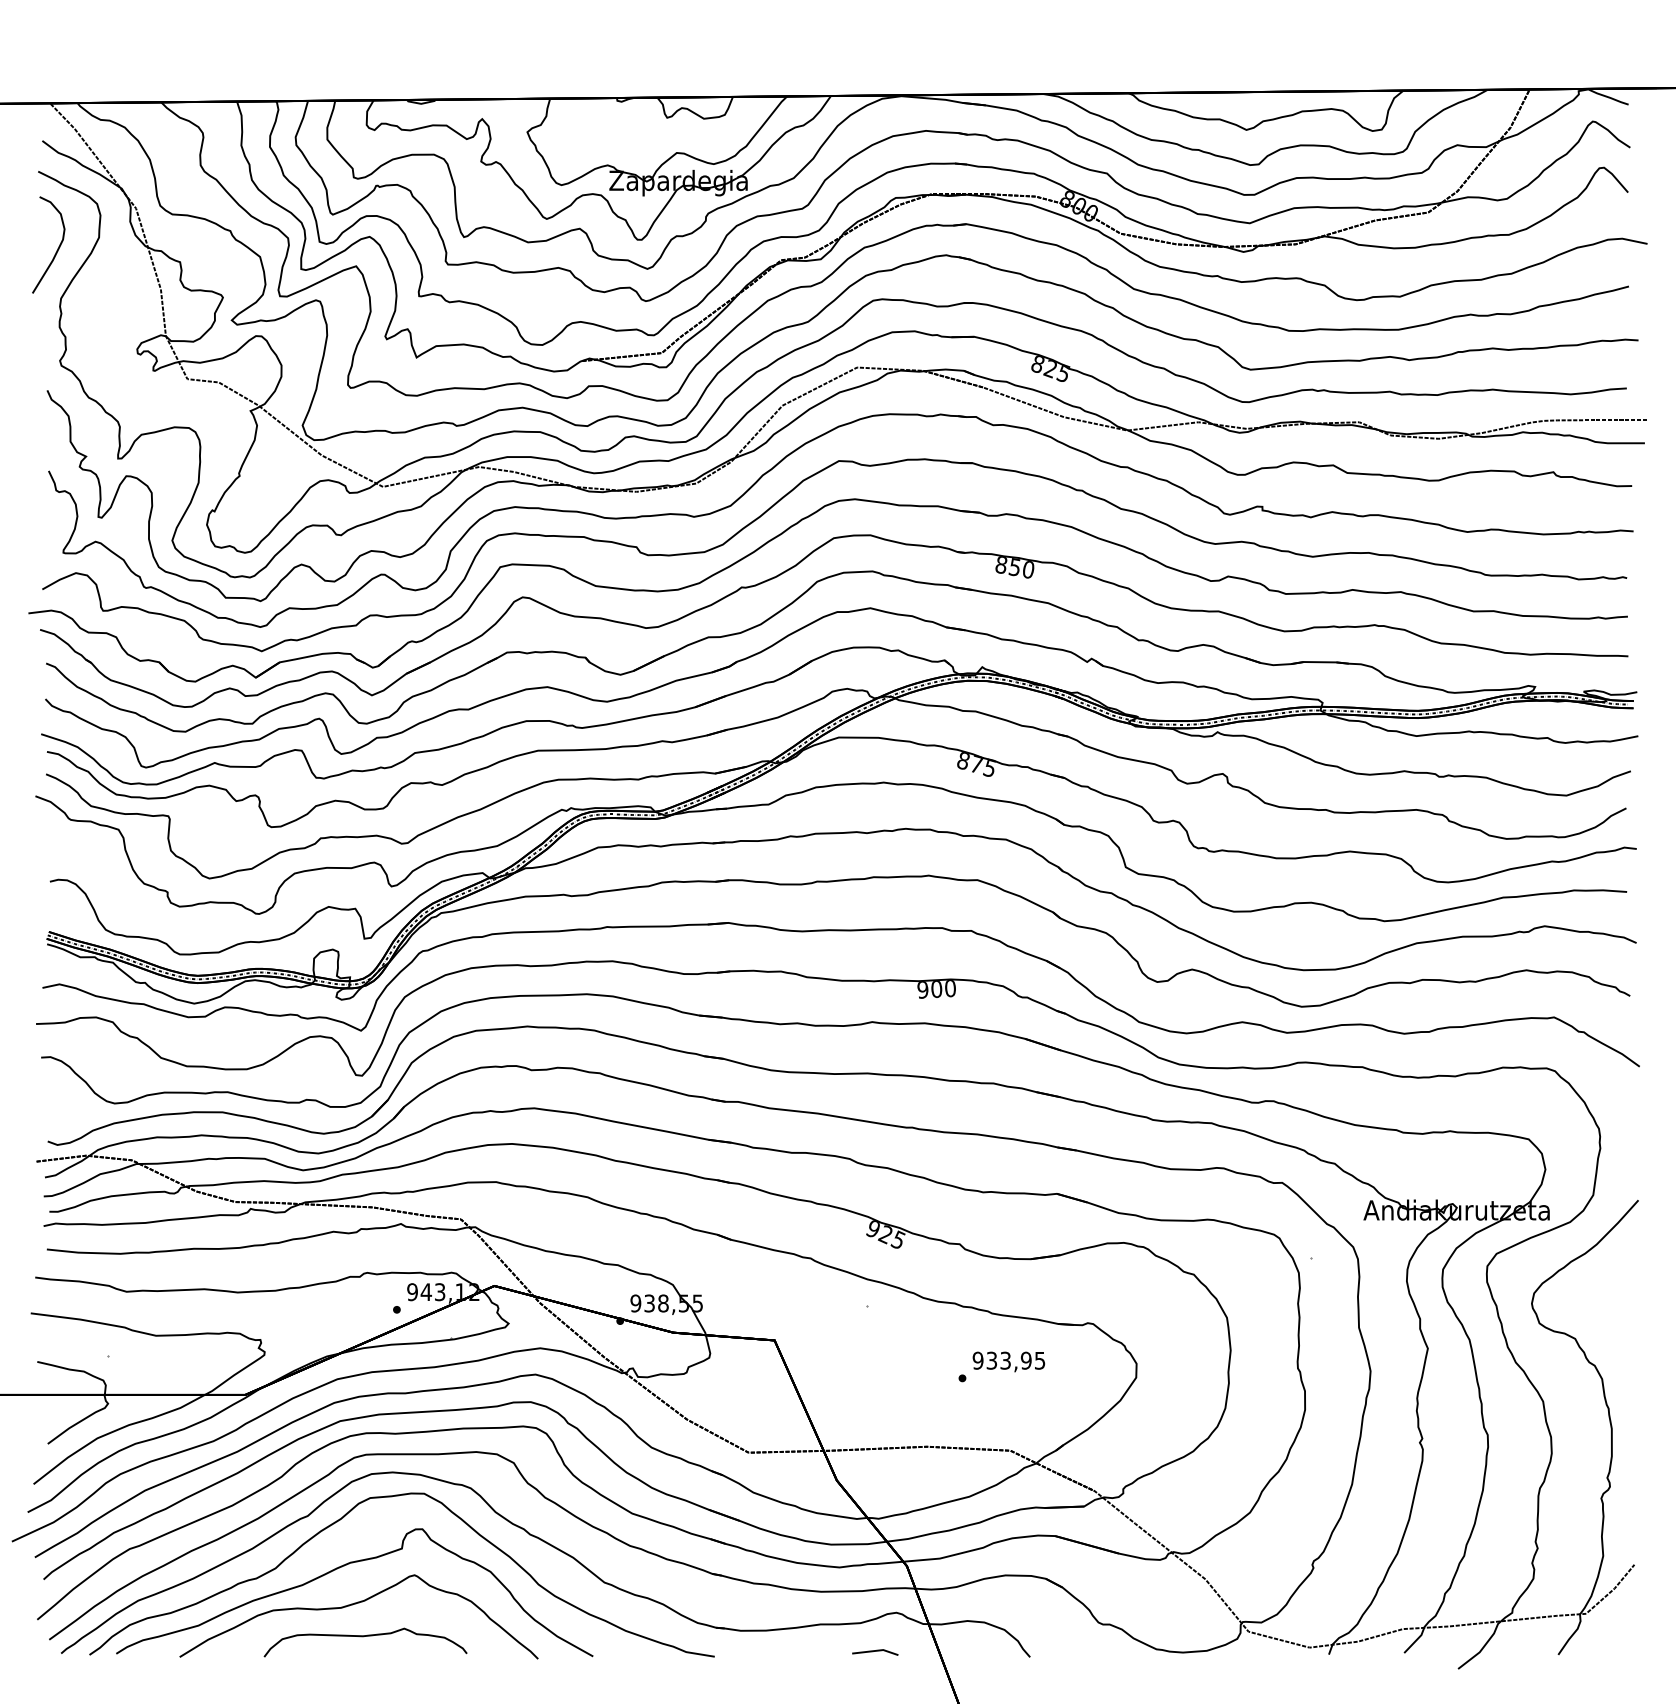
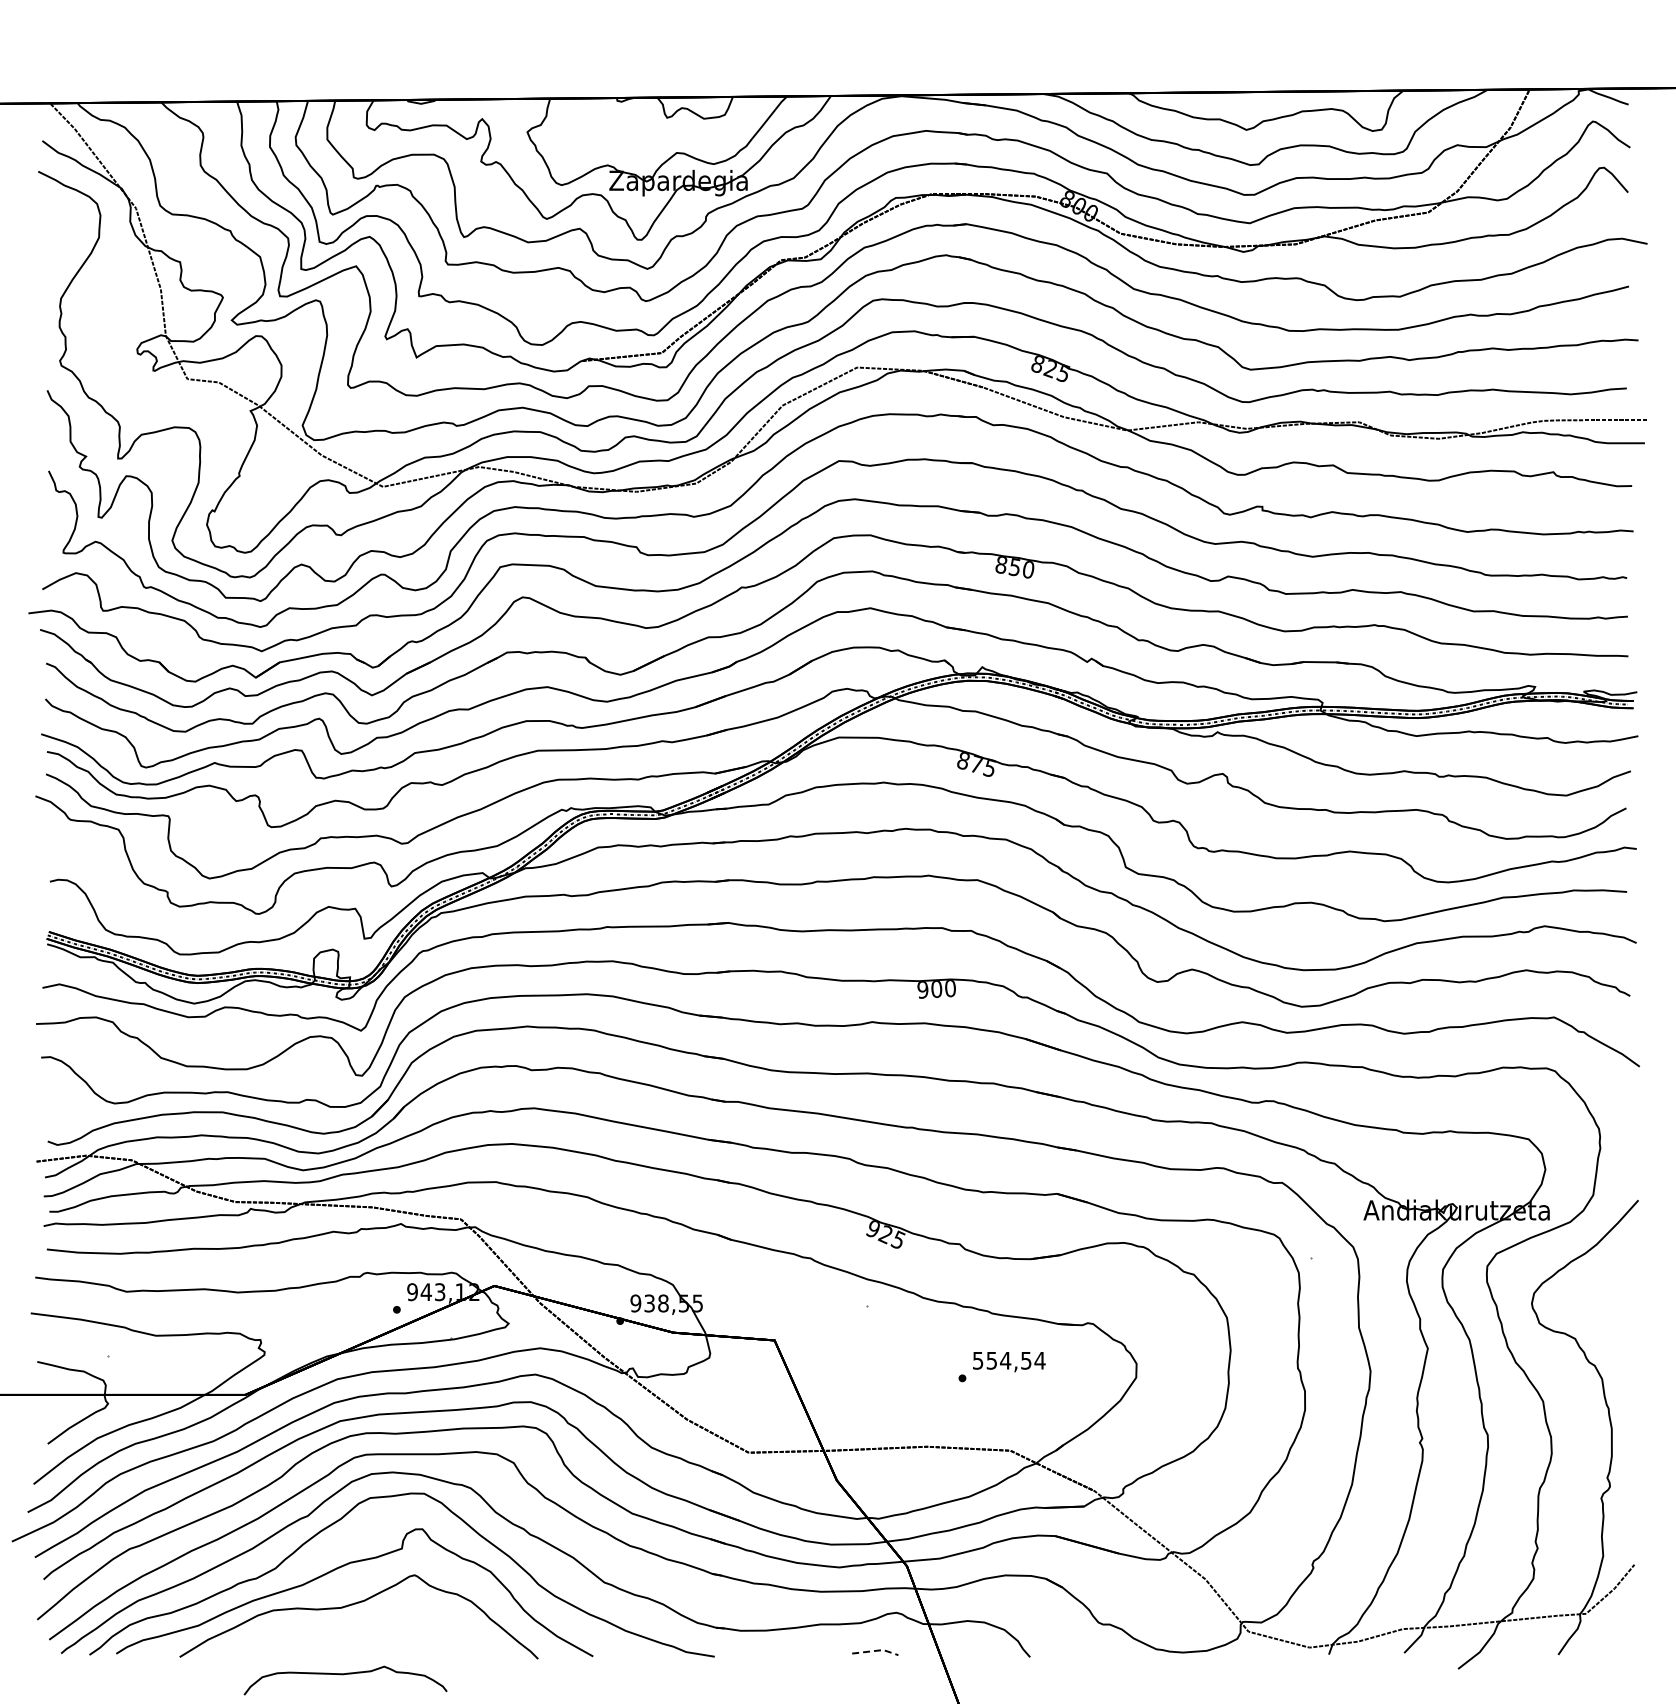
curve at (57, 248): present -> none
text at (1008, 1360): 933,95 -> 554,54
curve at (363, 1637) position: (363, 1637) -> (343, 1675)
line at (876, 1650): solid -> dashed
